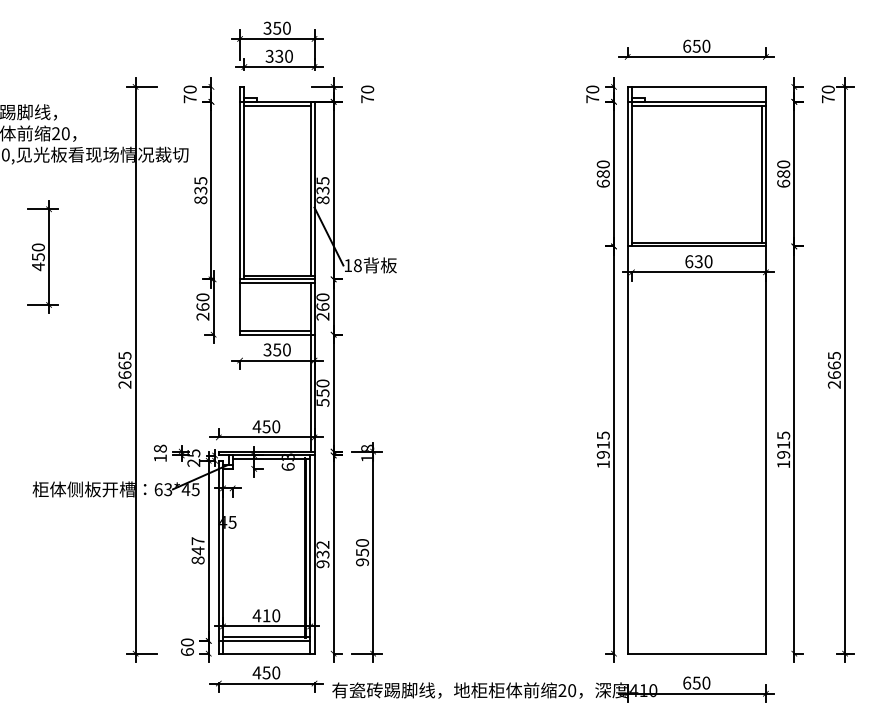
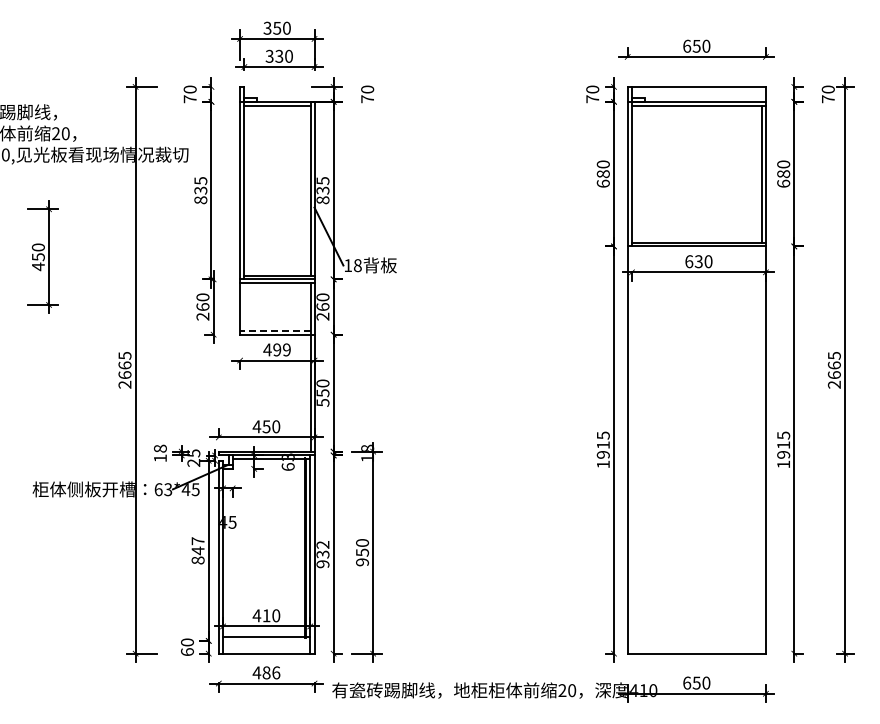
line at (274, 330): solid -> dashed
text at (276, 349): 350 -> 499
line at (264, 640): present -> none
text at (271, 672): 450 -> 486
